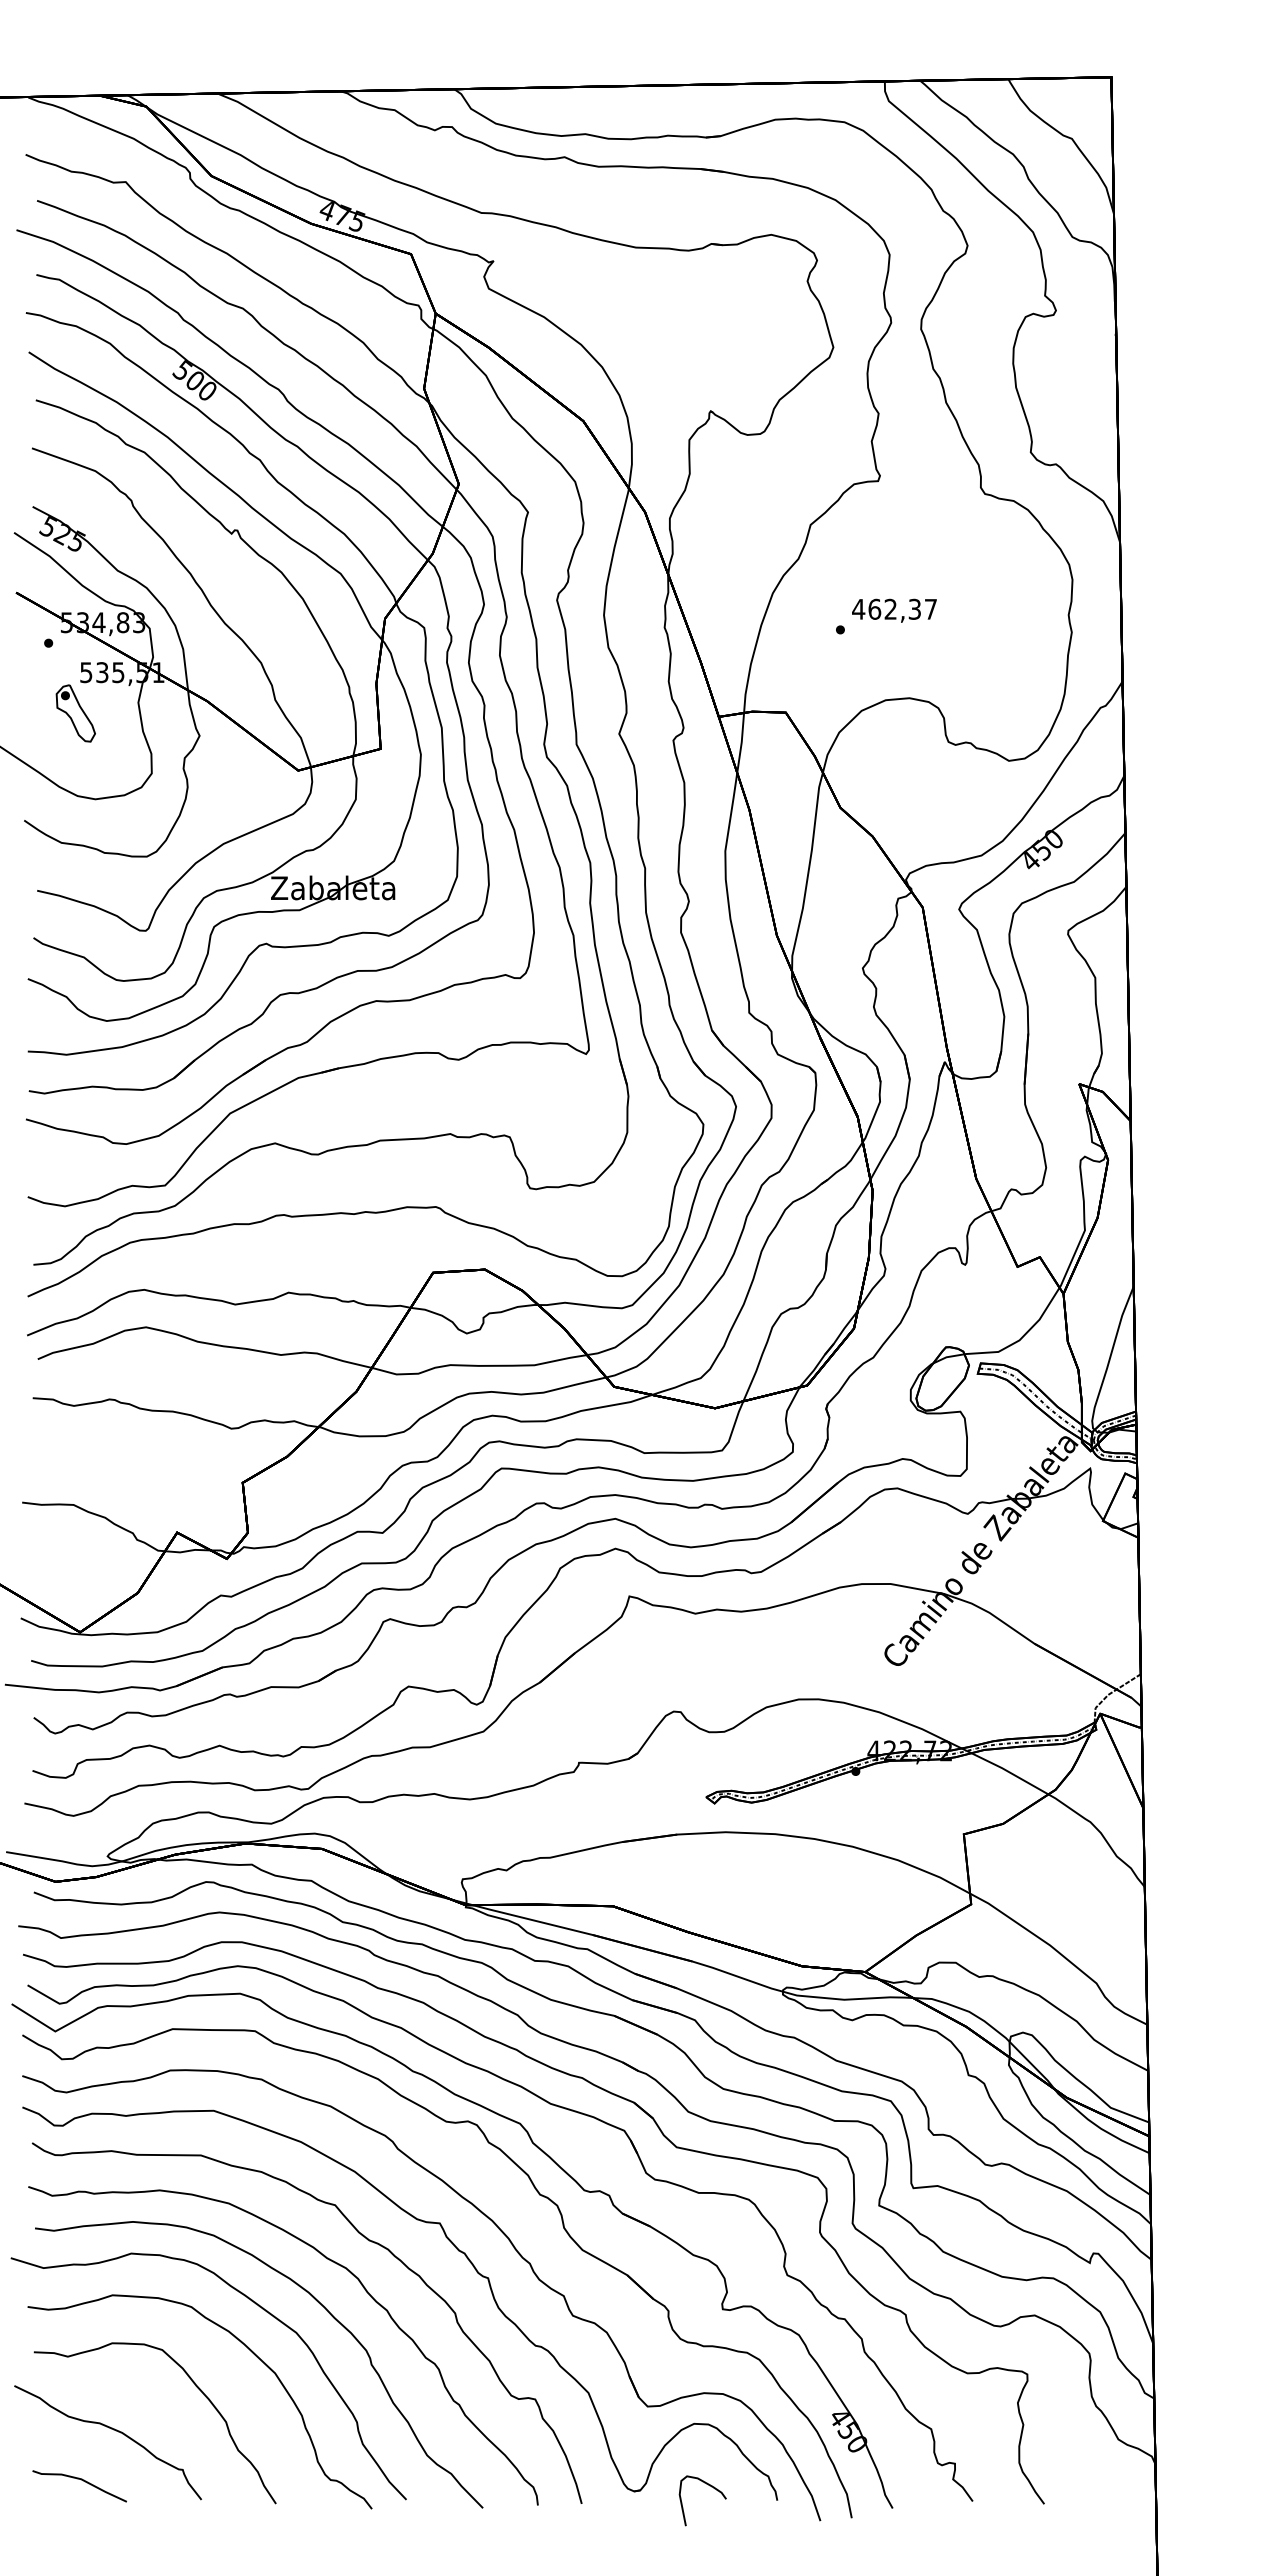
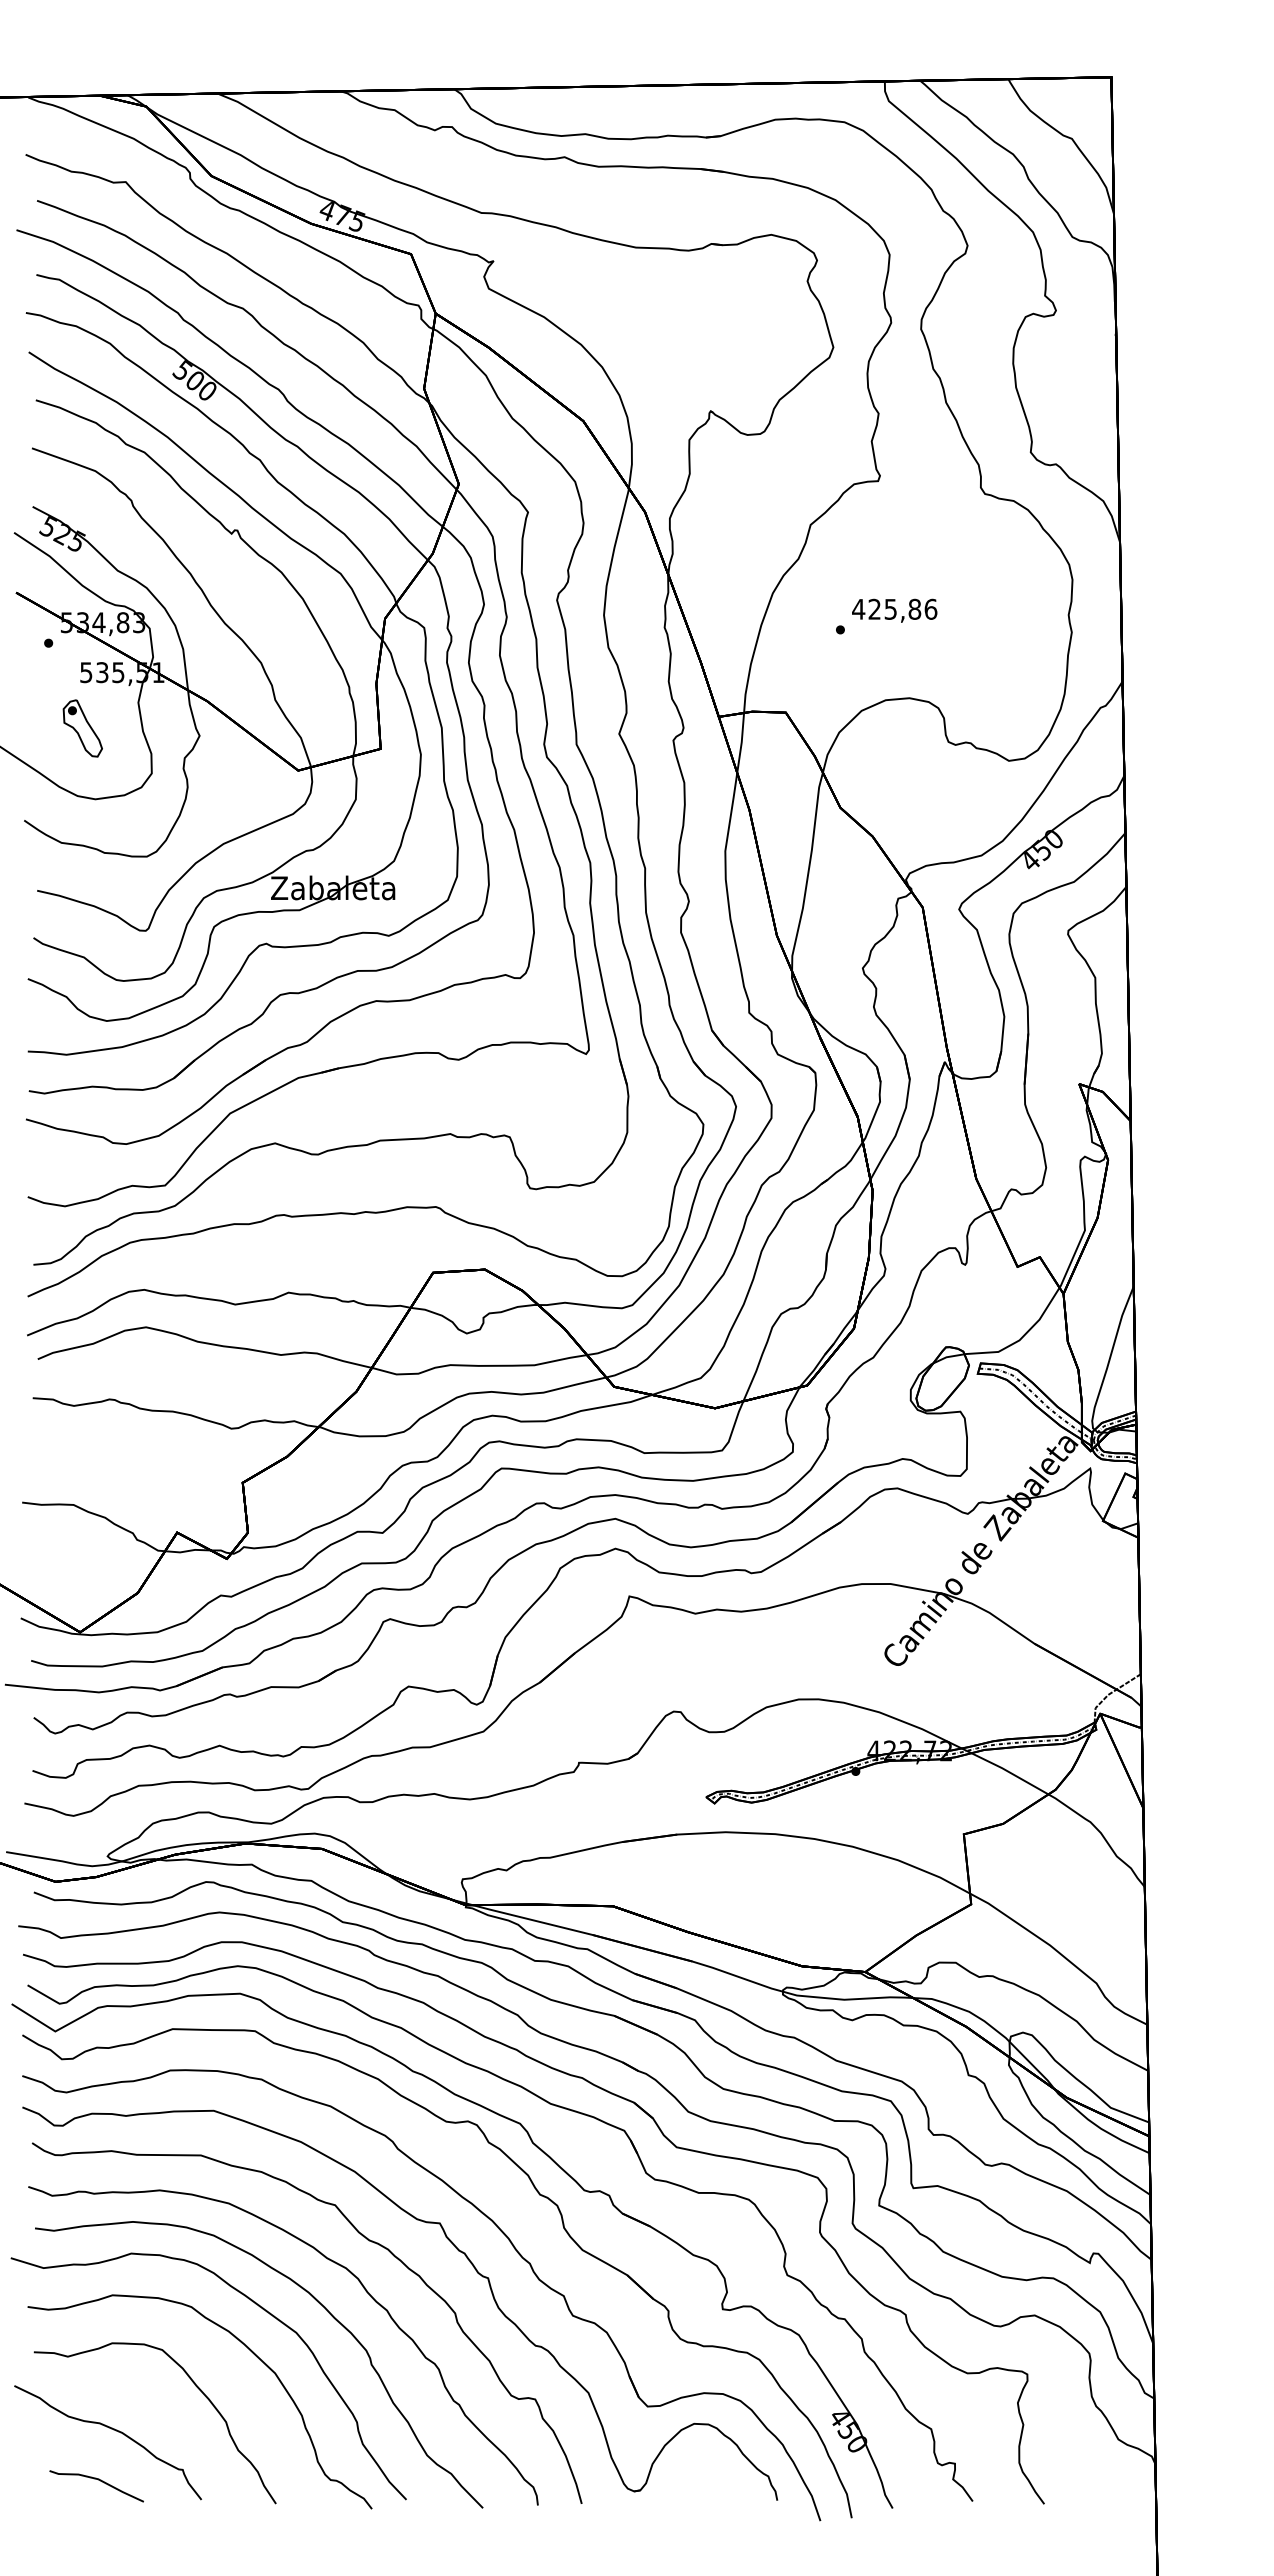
text at (902, 608): 462,37 -> 425,86
part at (75, 713) position: (75, 713) -> (82, 728)
curve at (81, 2480) position: (81, 2480) -> (98, 2480)
curve at (709, 2486): present -> none
